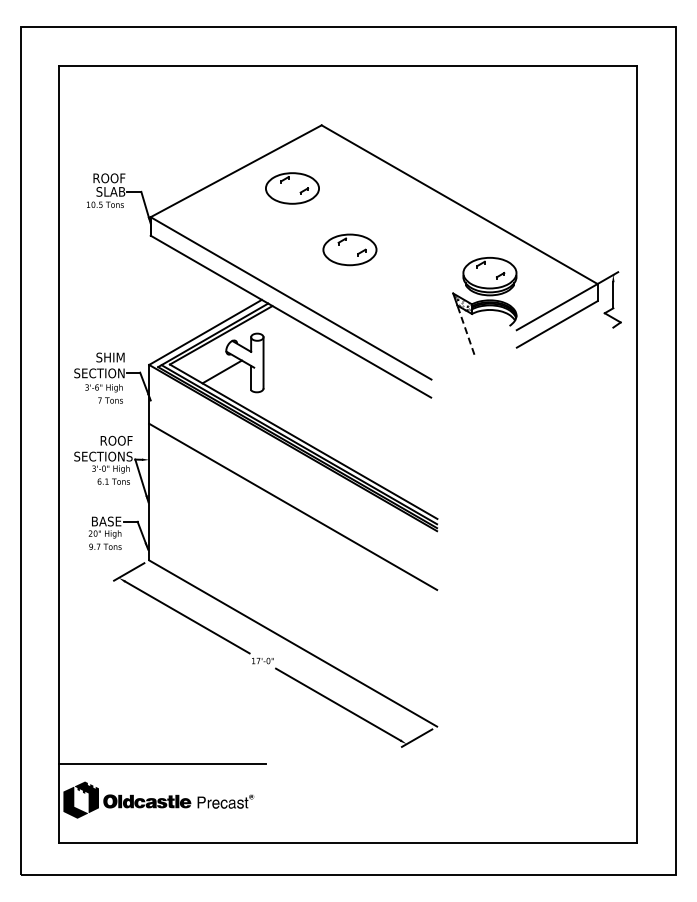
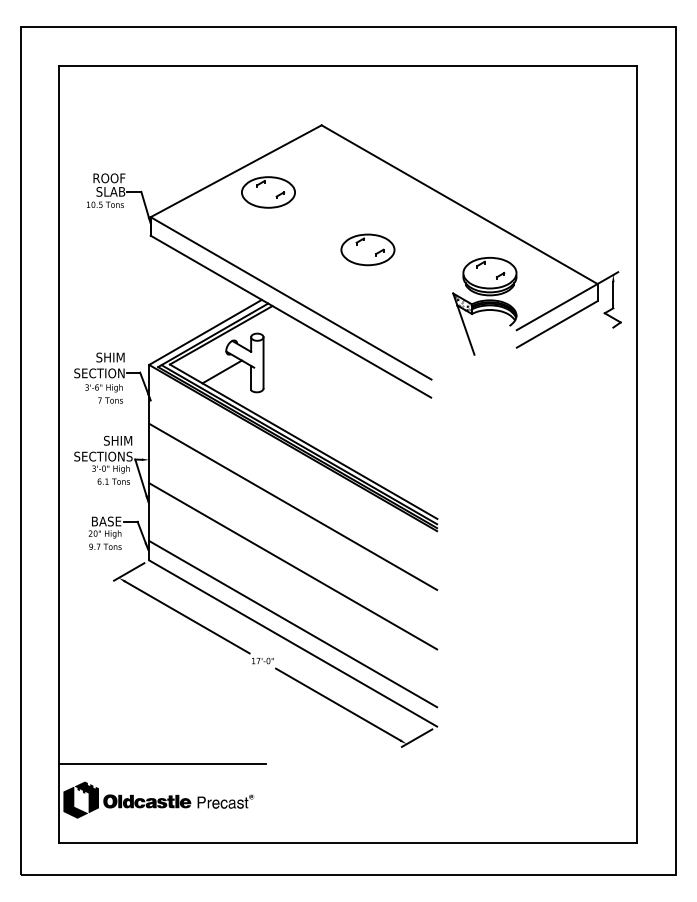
part at (292, 188) position: (292, 188) -> (268, 192)
part at (349, 249) position: (349, 249) -> (367, 249)
line at (465, 329): dashed -> solid
text at (116, 440): ROOF -> SHIM
line at (293, 566): none -> present
line at (293, 623): none -> present
